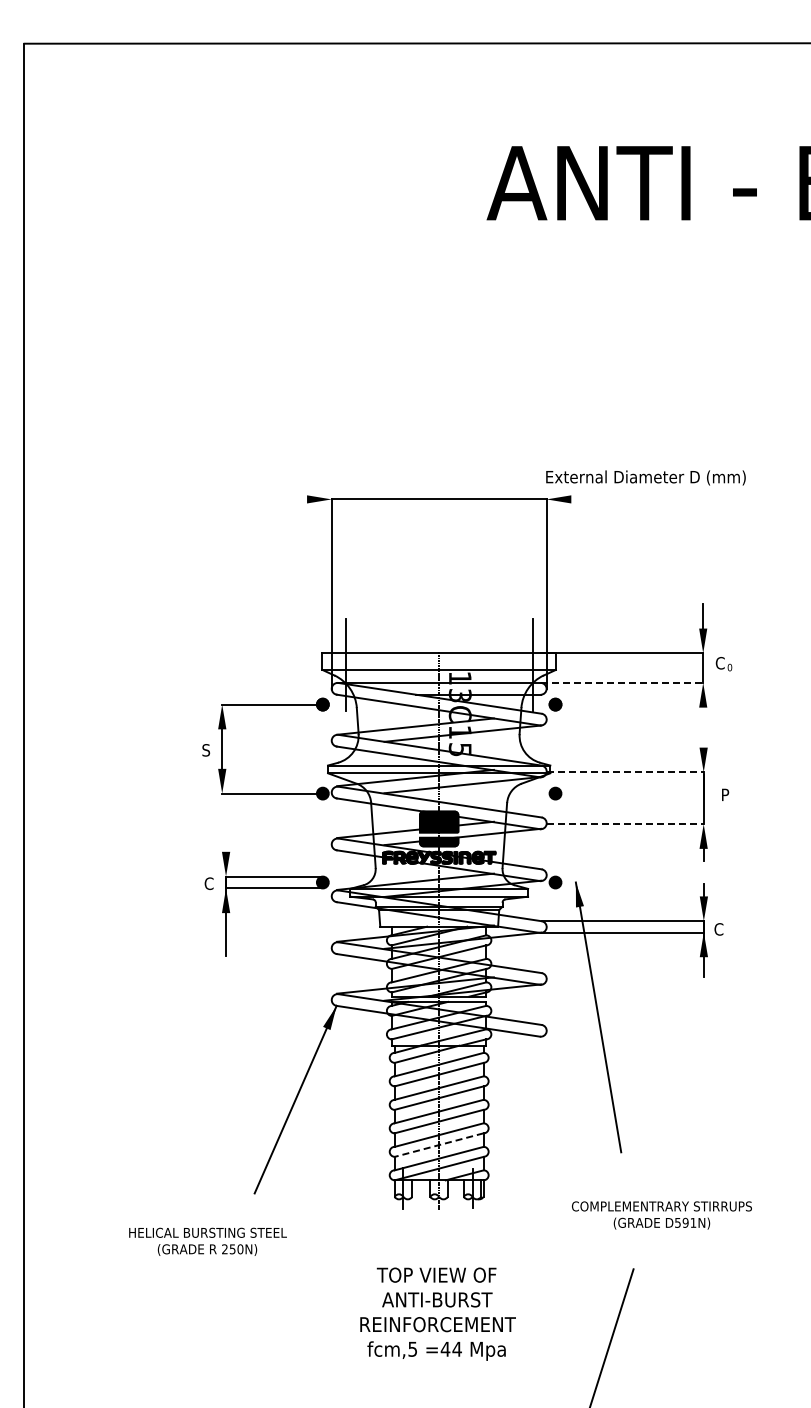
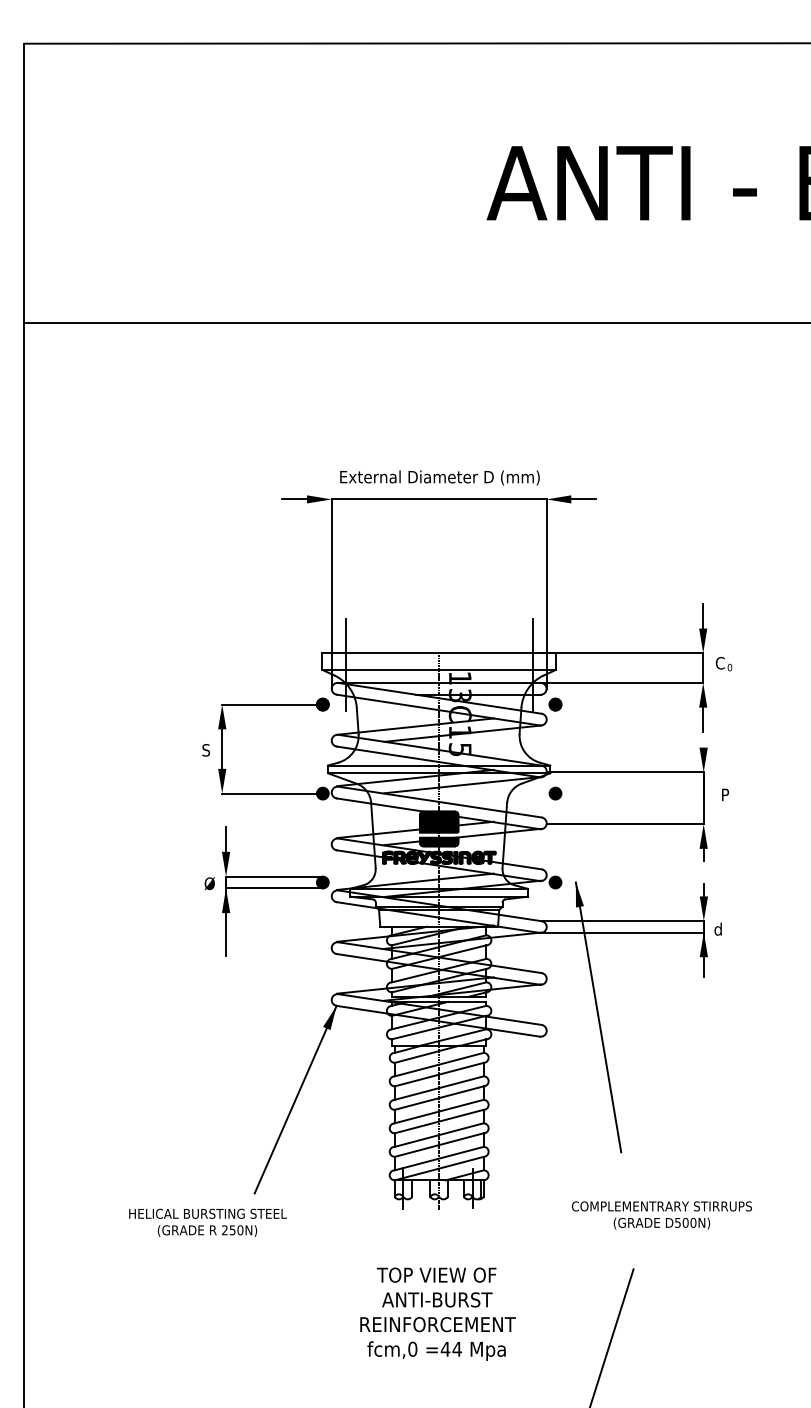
line at (415, 323): none -> present
text at (645, 477) position: (645, 477) -> (439, 477)
line at (294, 499): none -> present
line at (583, 499): none -> present
line at (622, 682): dashed -> solid
line at (703, 719): none -> present
line at (625, 772): dashed -> solid
line at (625, 824): dashed -> solid
line at (226, 839): none -> present
text at (209, 883): C -> Ø
text at (718, 928): C -> d
line at (439, 1145): dashed -> solid
text at (689, 1222): D591N)^I -> D500N)^I
text at (207, 1241) position: (207, 1241) -> (207, 1222)
text at (412, 1348): fcm,5 -> fcm,0
